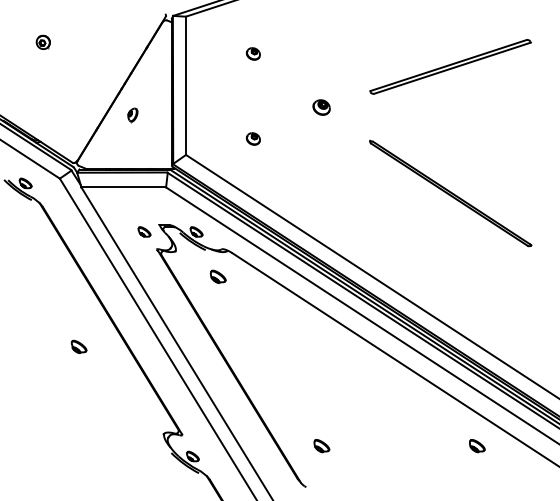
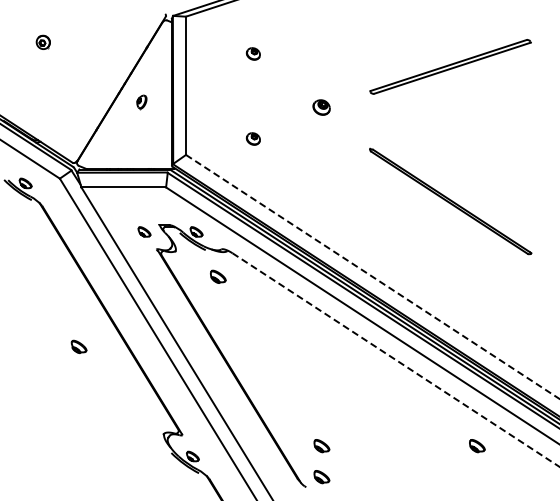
part at (132, 115) position: (132, 115) -> (141, 102)
part at (450, 193) position: (450, 193) -> (450, 201)
line at (372, 276): solid -> dashed
line at (396, 360): solid -> dashed
part at (321, 477): none -> present
